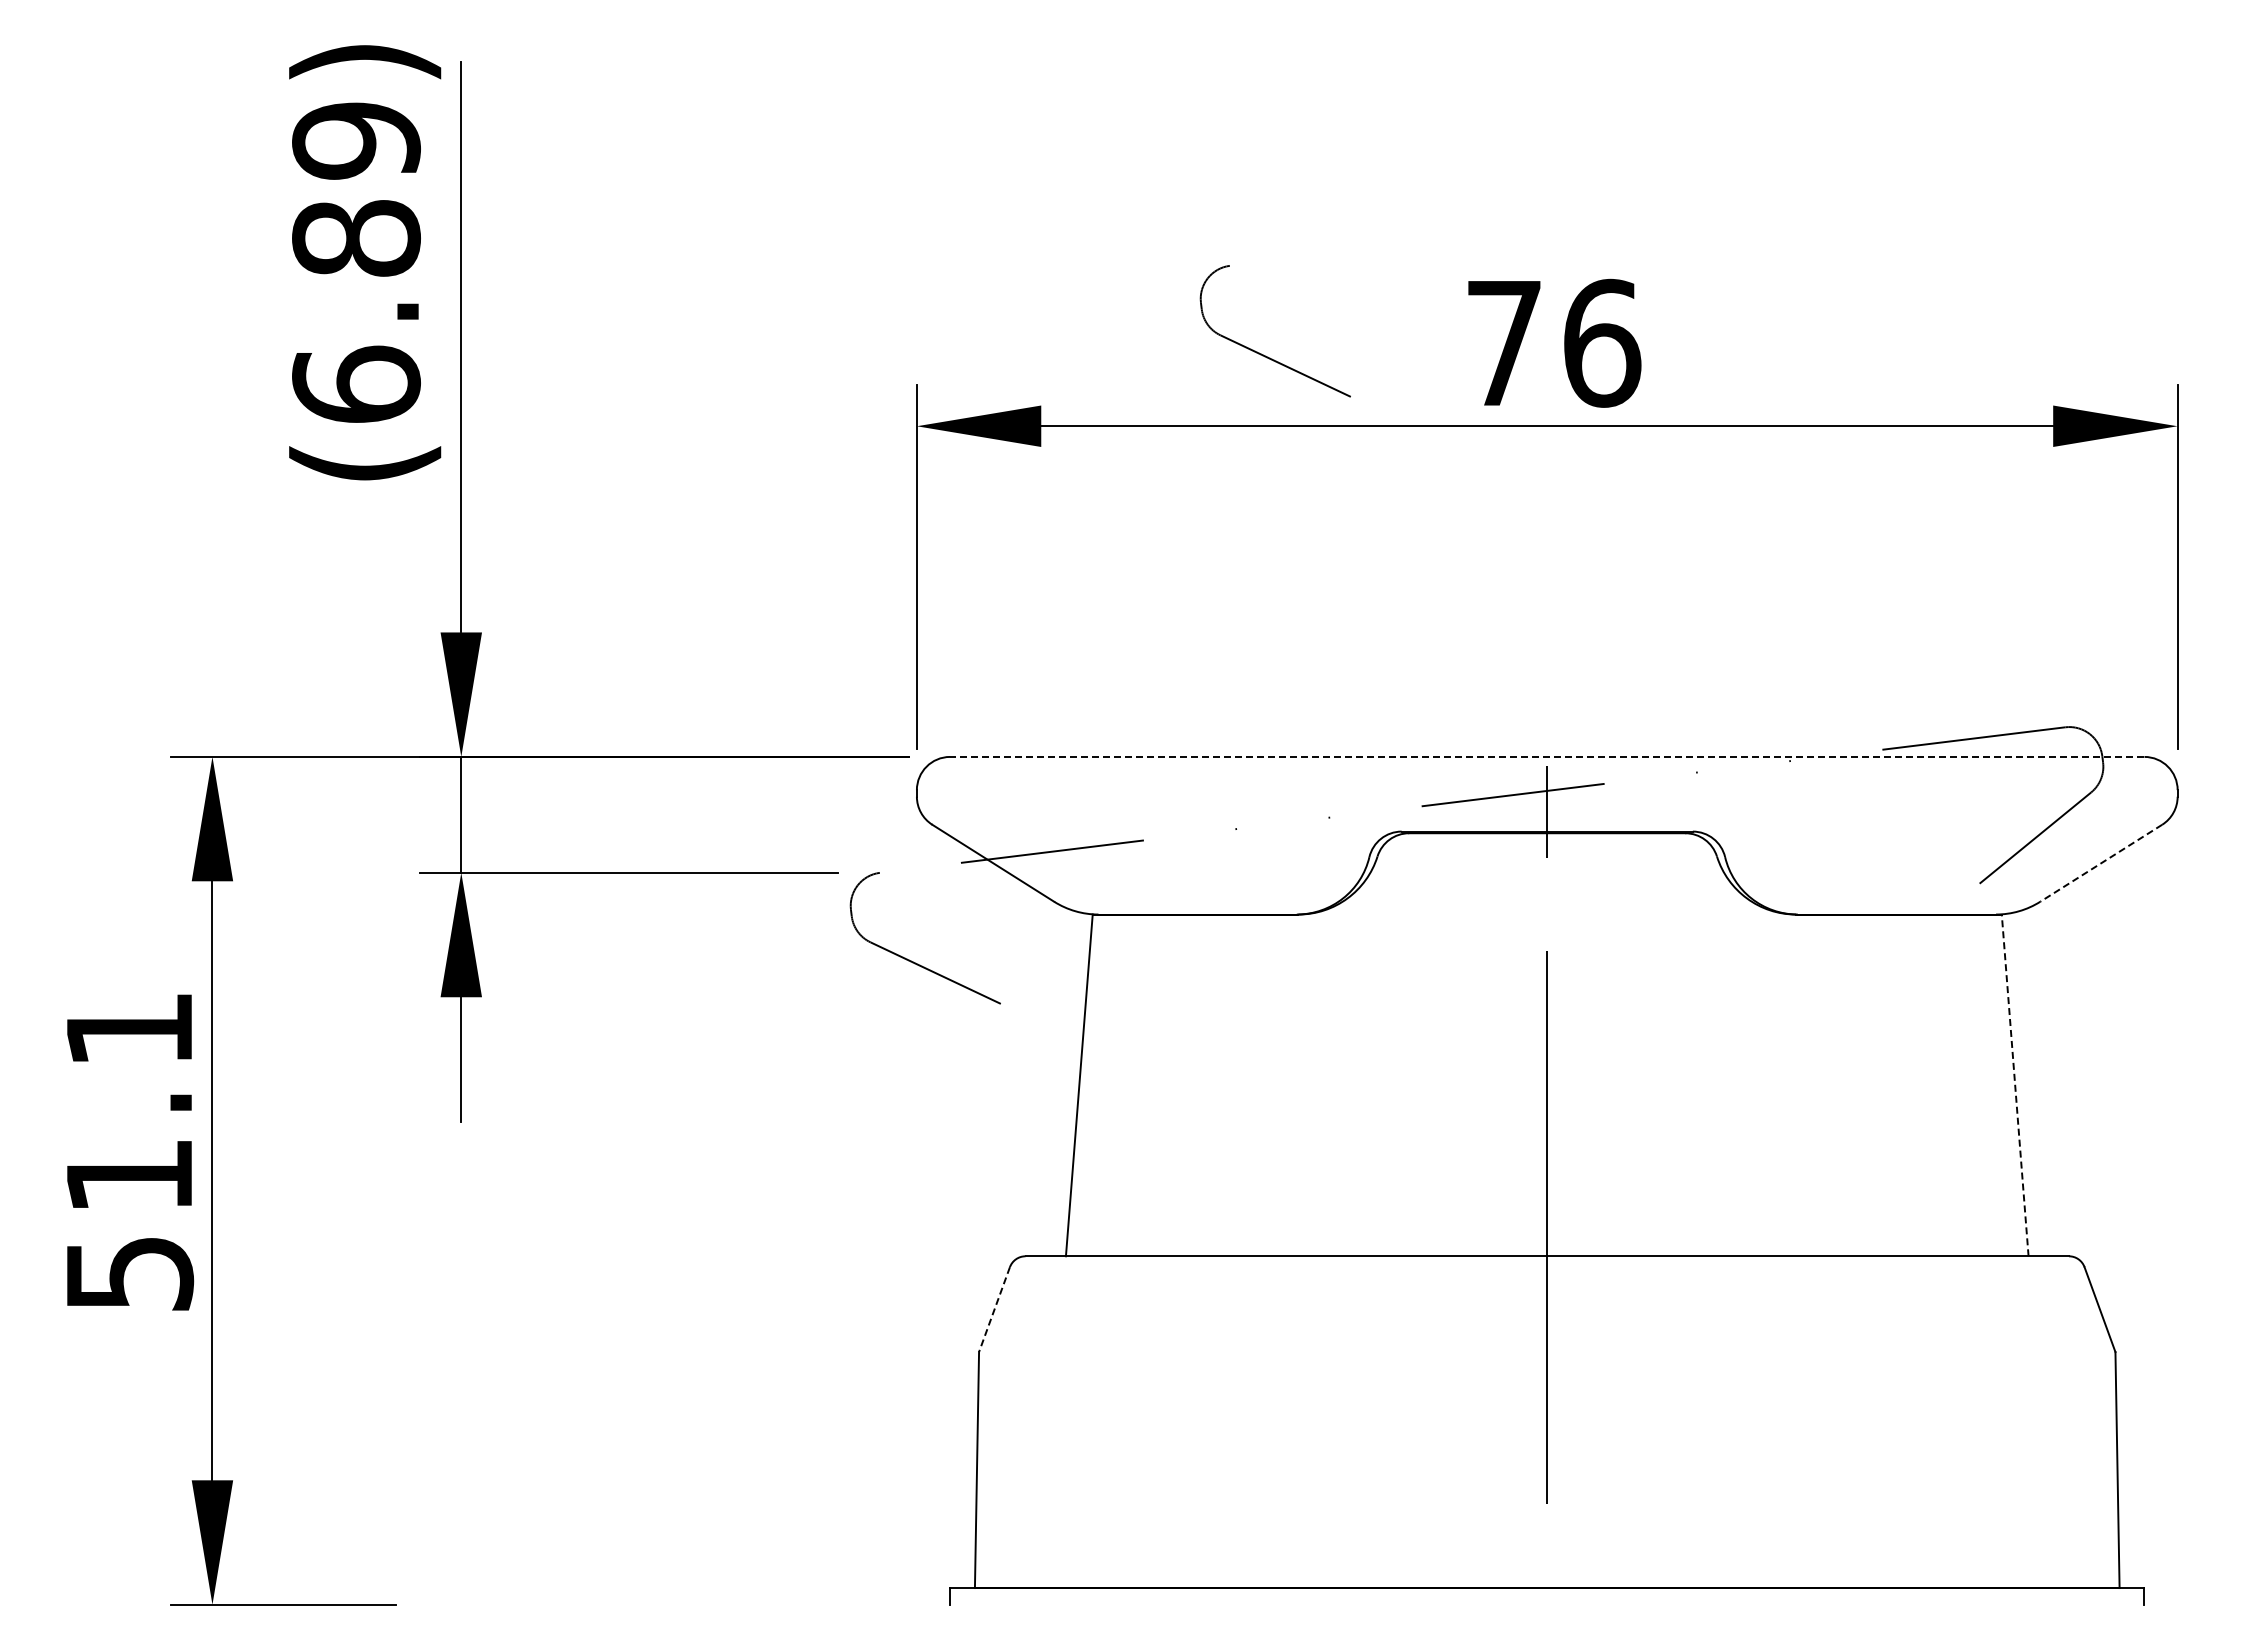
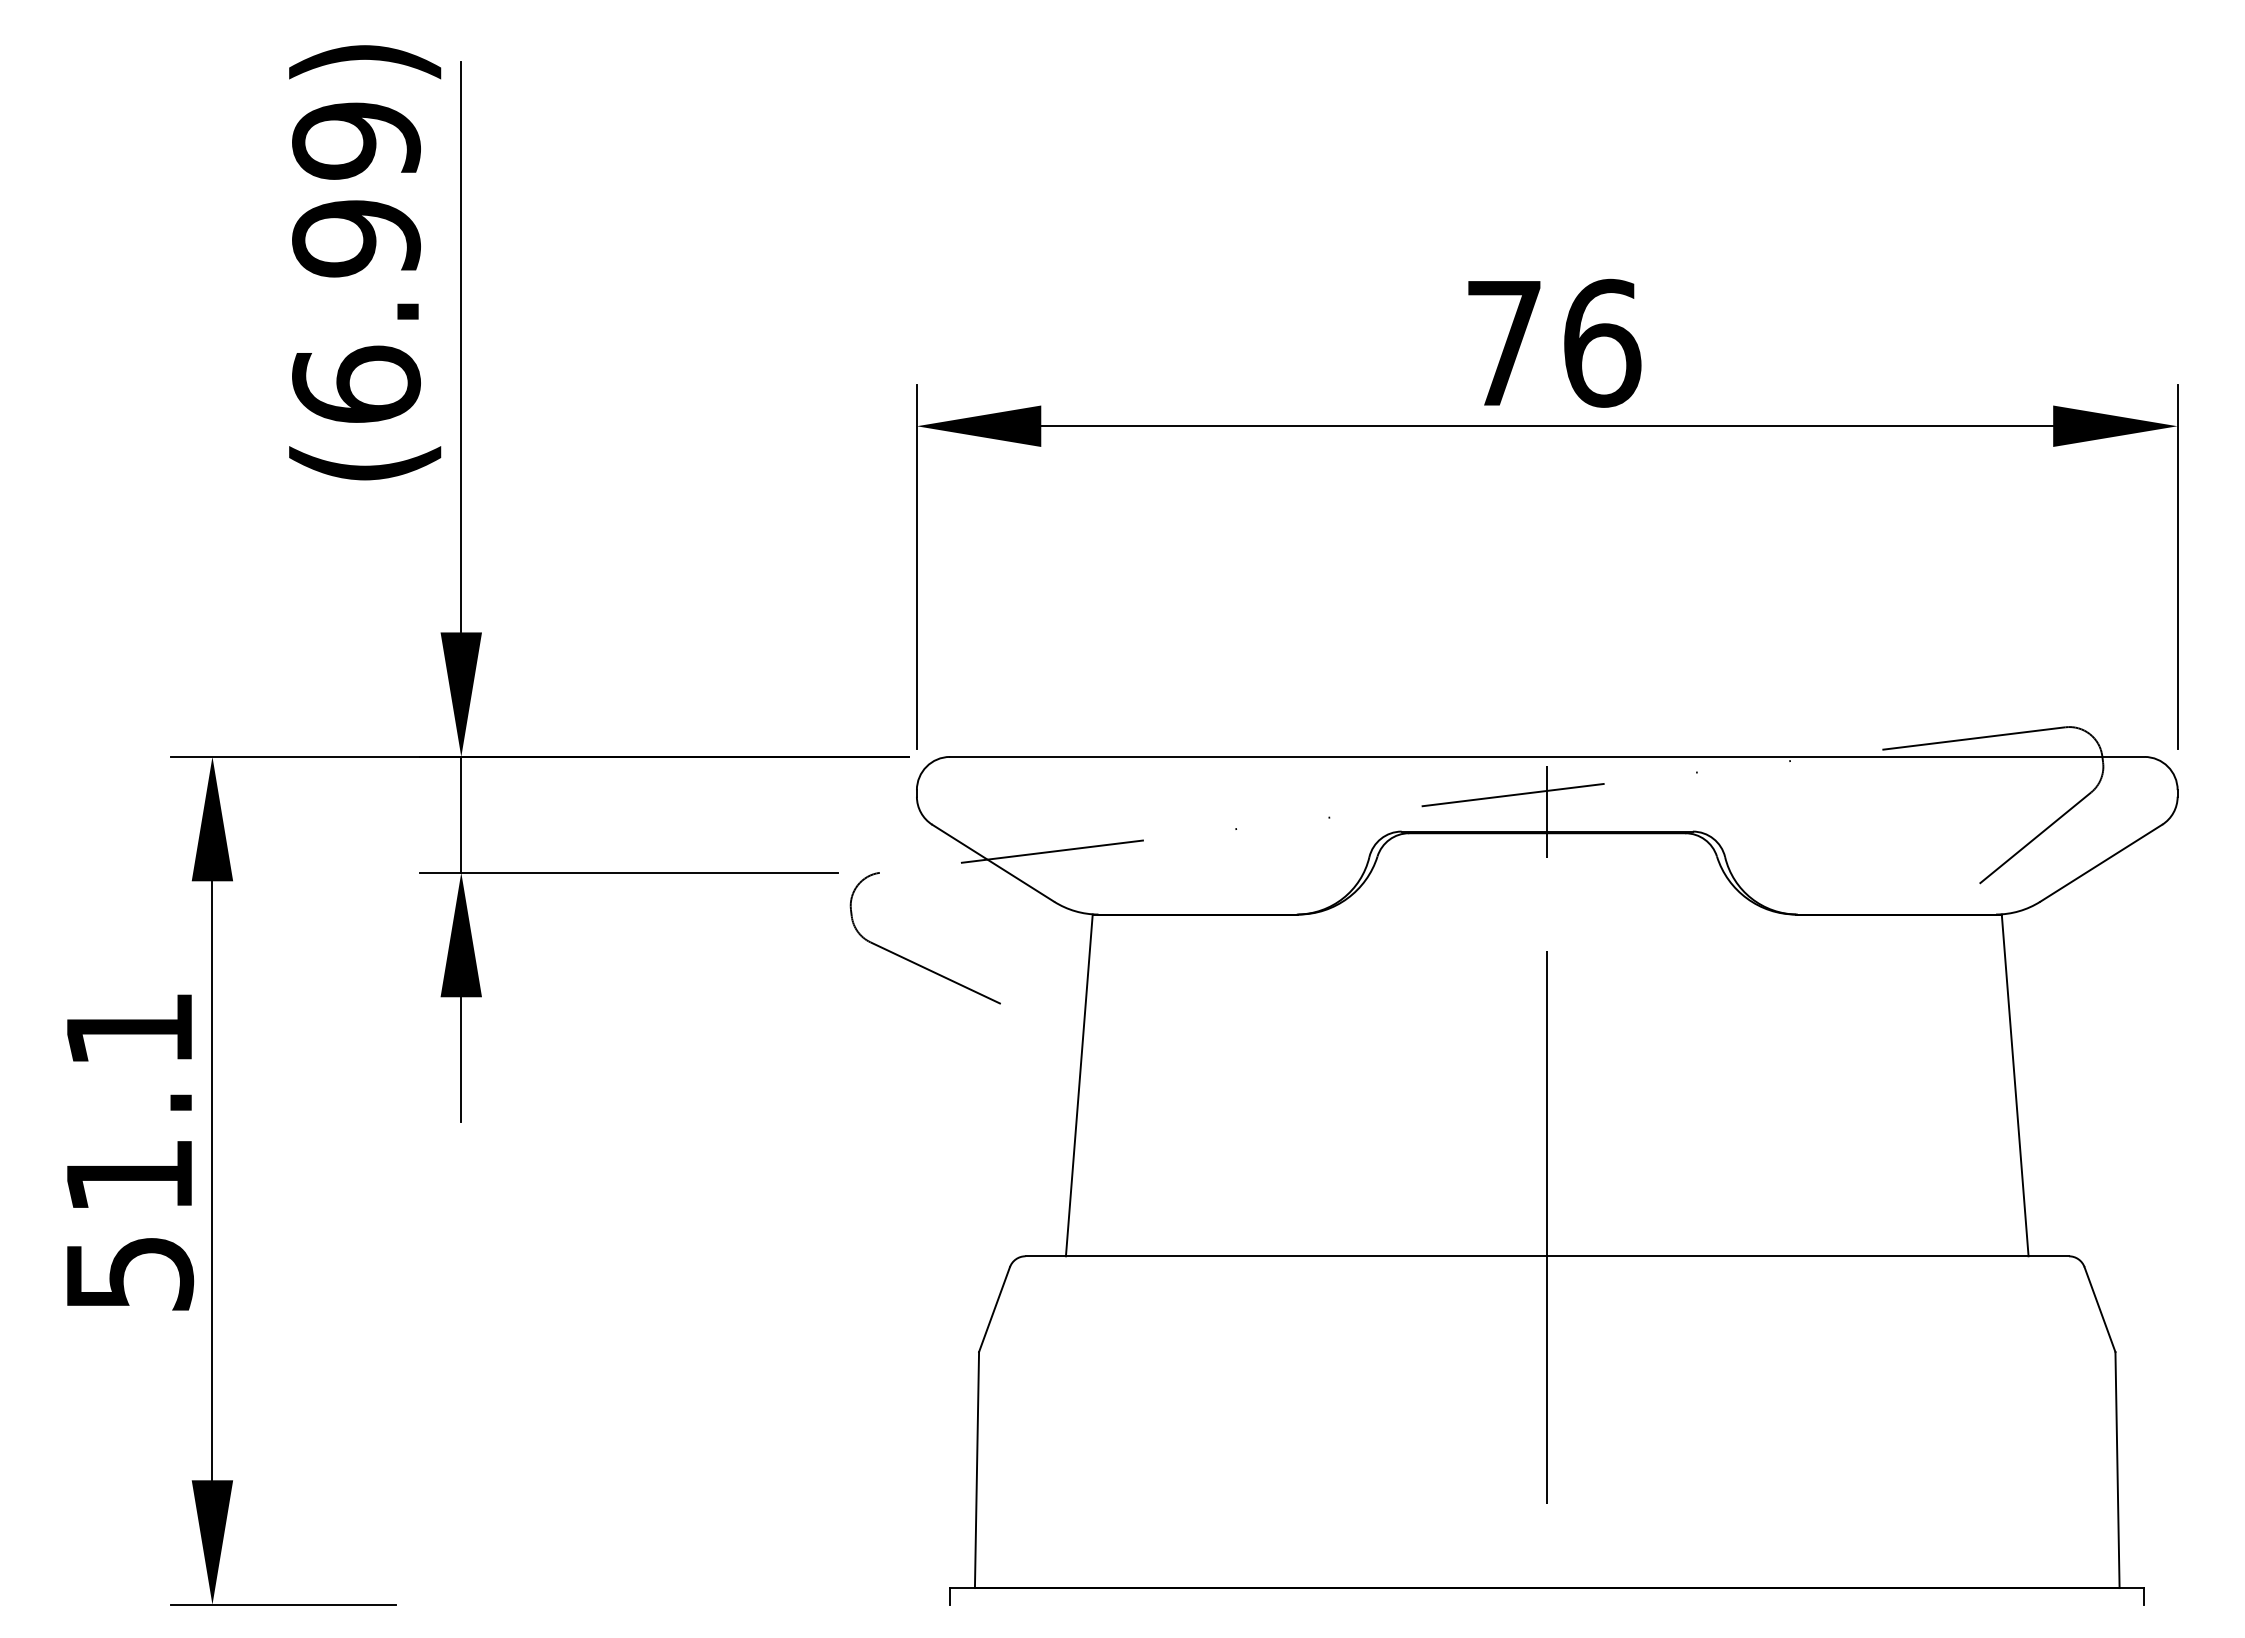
text at (356, 238): (6.89) -> (6.99)
part at (1263, 354): present -> none
line at (1546, 756): dashed -> solid
line at (2100, 863): dashed -> solid
line at (2015, 1084): dashed -> solid
line at (994, 1310): dashed -> solid
